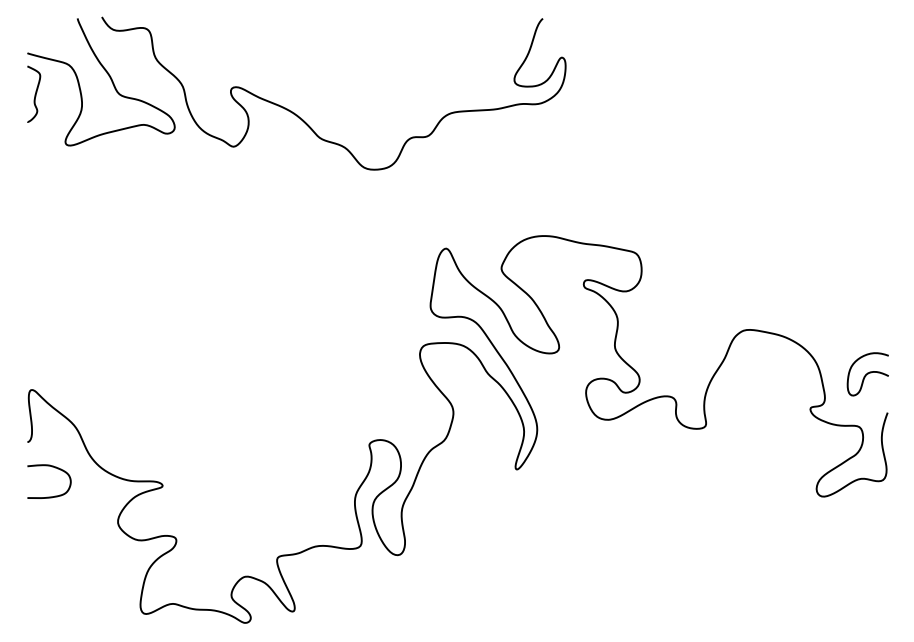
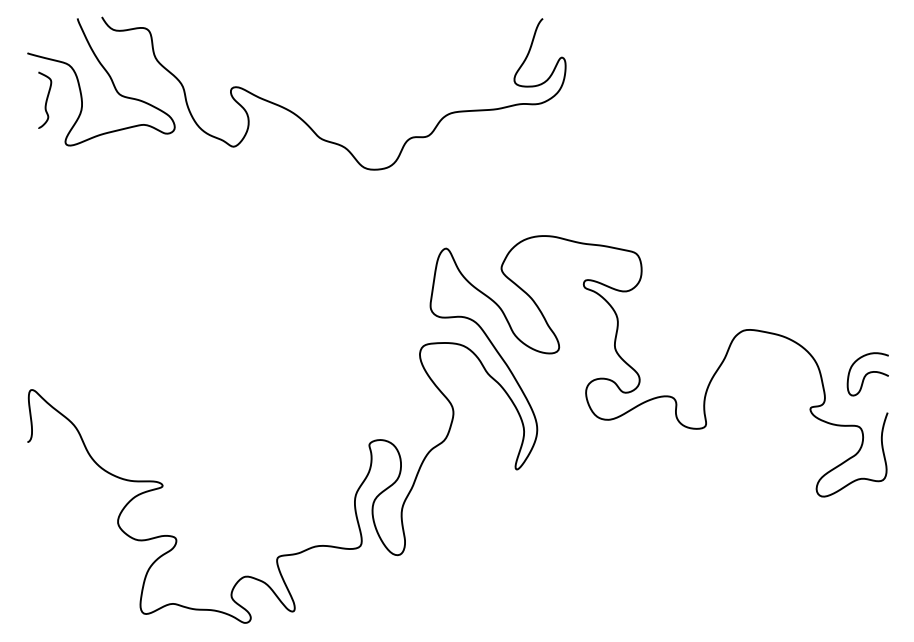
curve at (35, 93) position: (35, 93) -> (46, 99)
curve at (52, 467): present -> none
